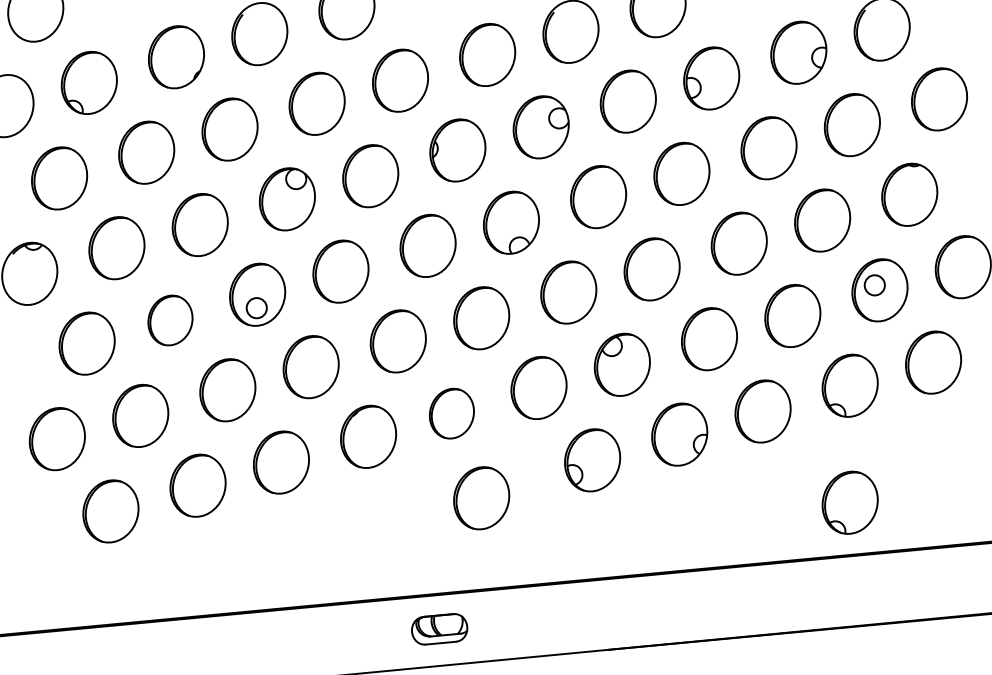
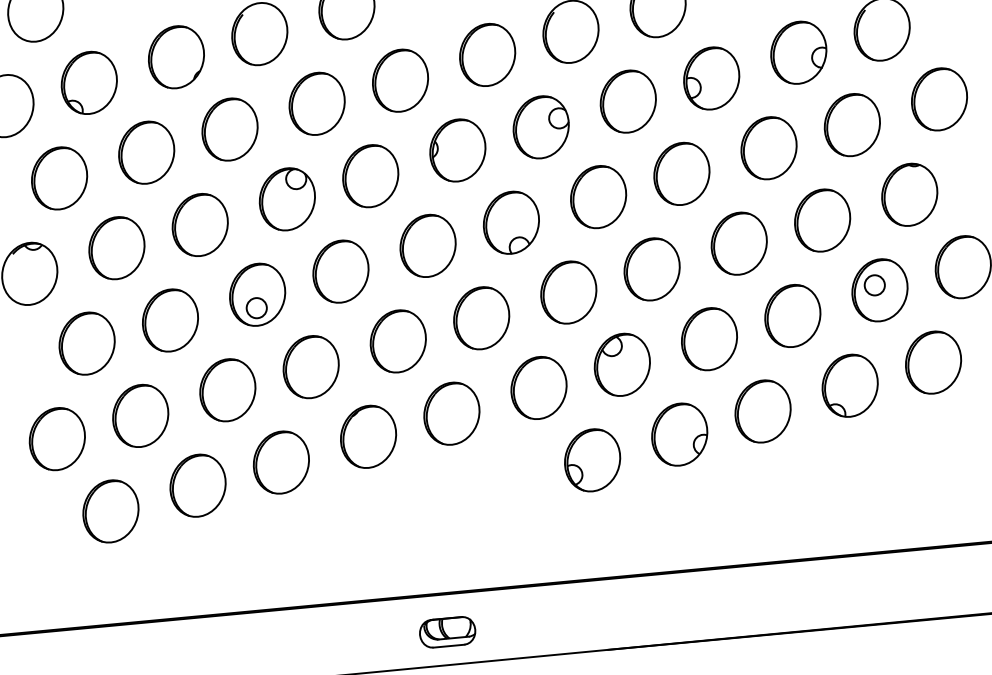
part at (170, 320) size: 47x53 px -> 57x65 px
part at (451, 413) size: 46x53 px -> 58x65 px
part at (481, 498): present -> none
part at (849, 502): present -> none
part at (439, 629) position: (439, 629) -> (447, 632)
